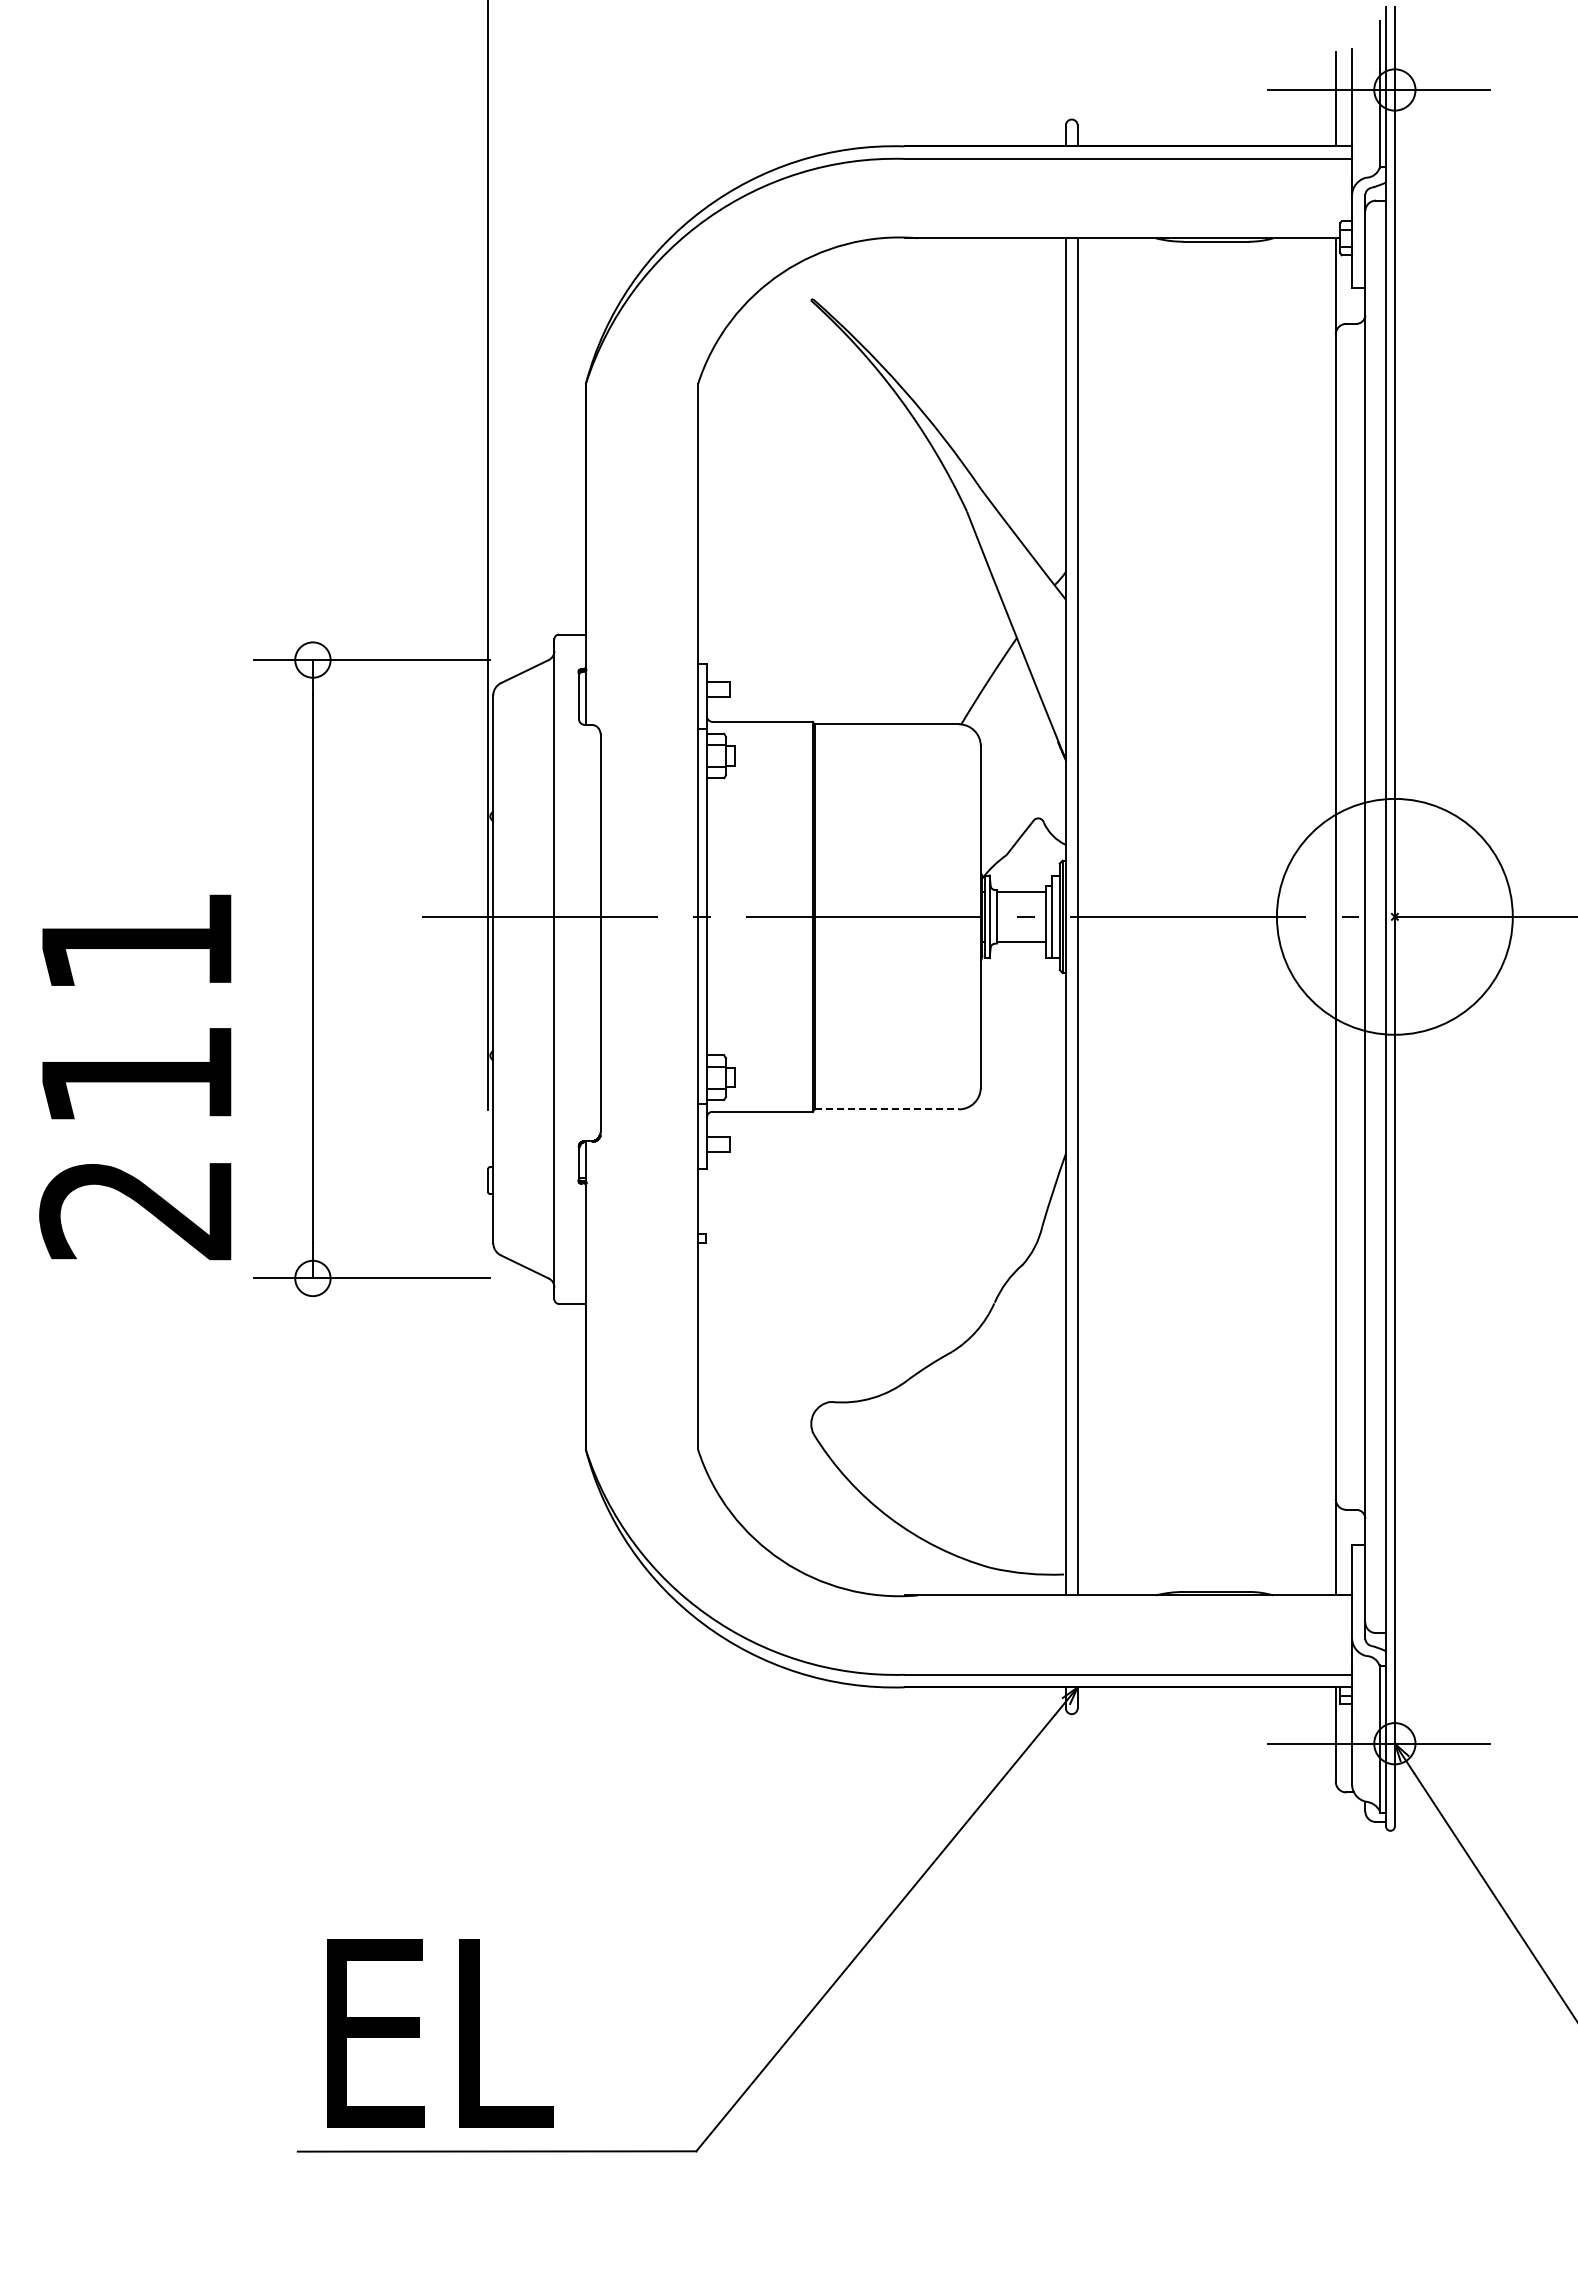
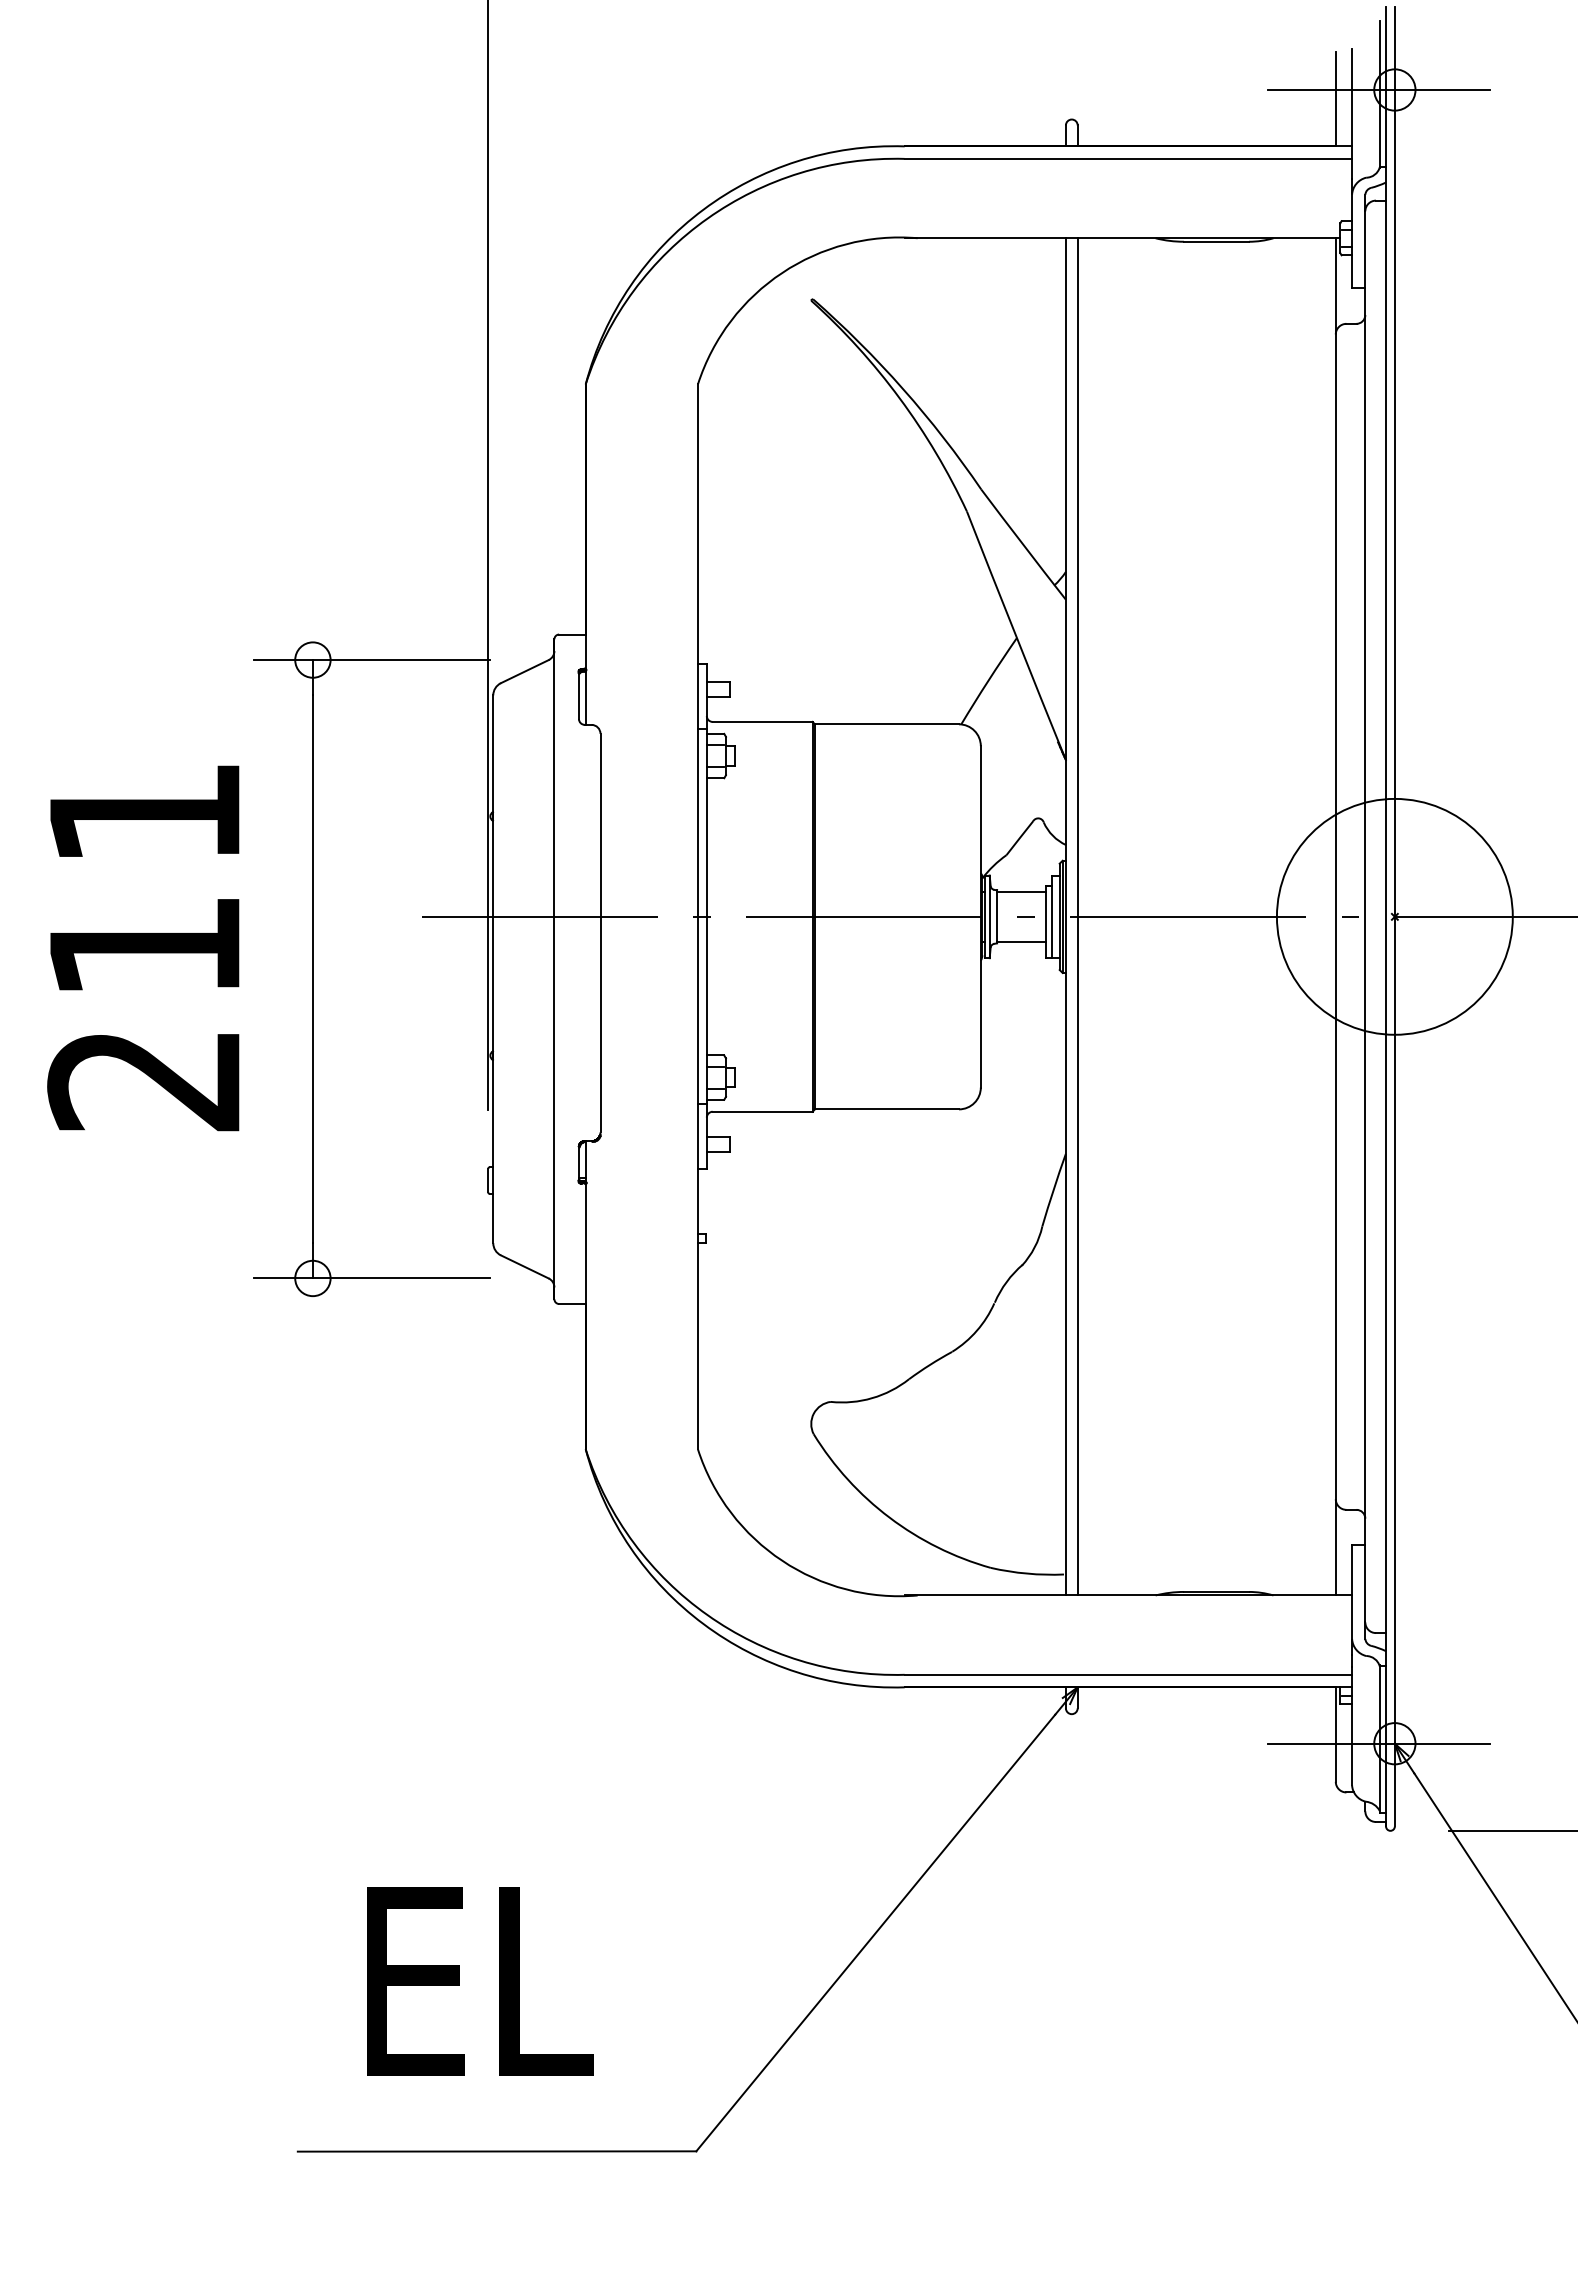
text at (135, 1077) position: (135, 1077) -> (143, 948)
line at (887, 1109): dashed -> solid
line at (1511, 1830): none -> present
text at (440, 2033) position: (440, 2033) -> (480, 1981)
